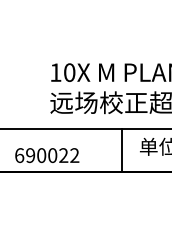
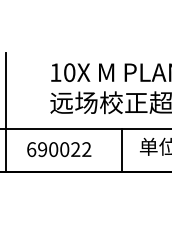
line at (5, 112): none -> present
text at (47, 155) position: (47, 155) -> (59, 149)
